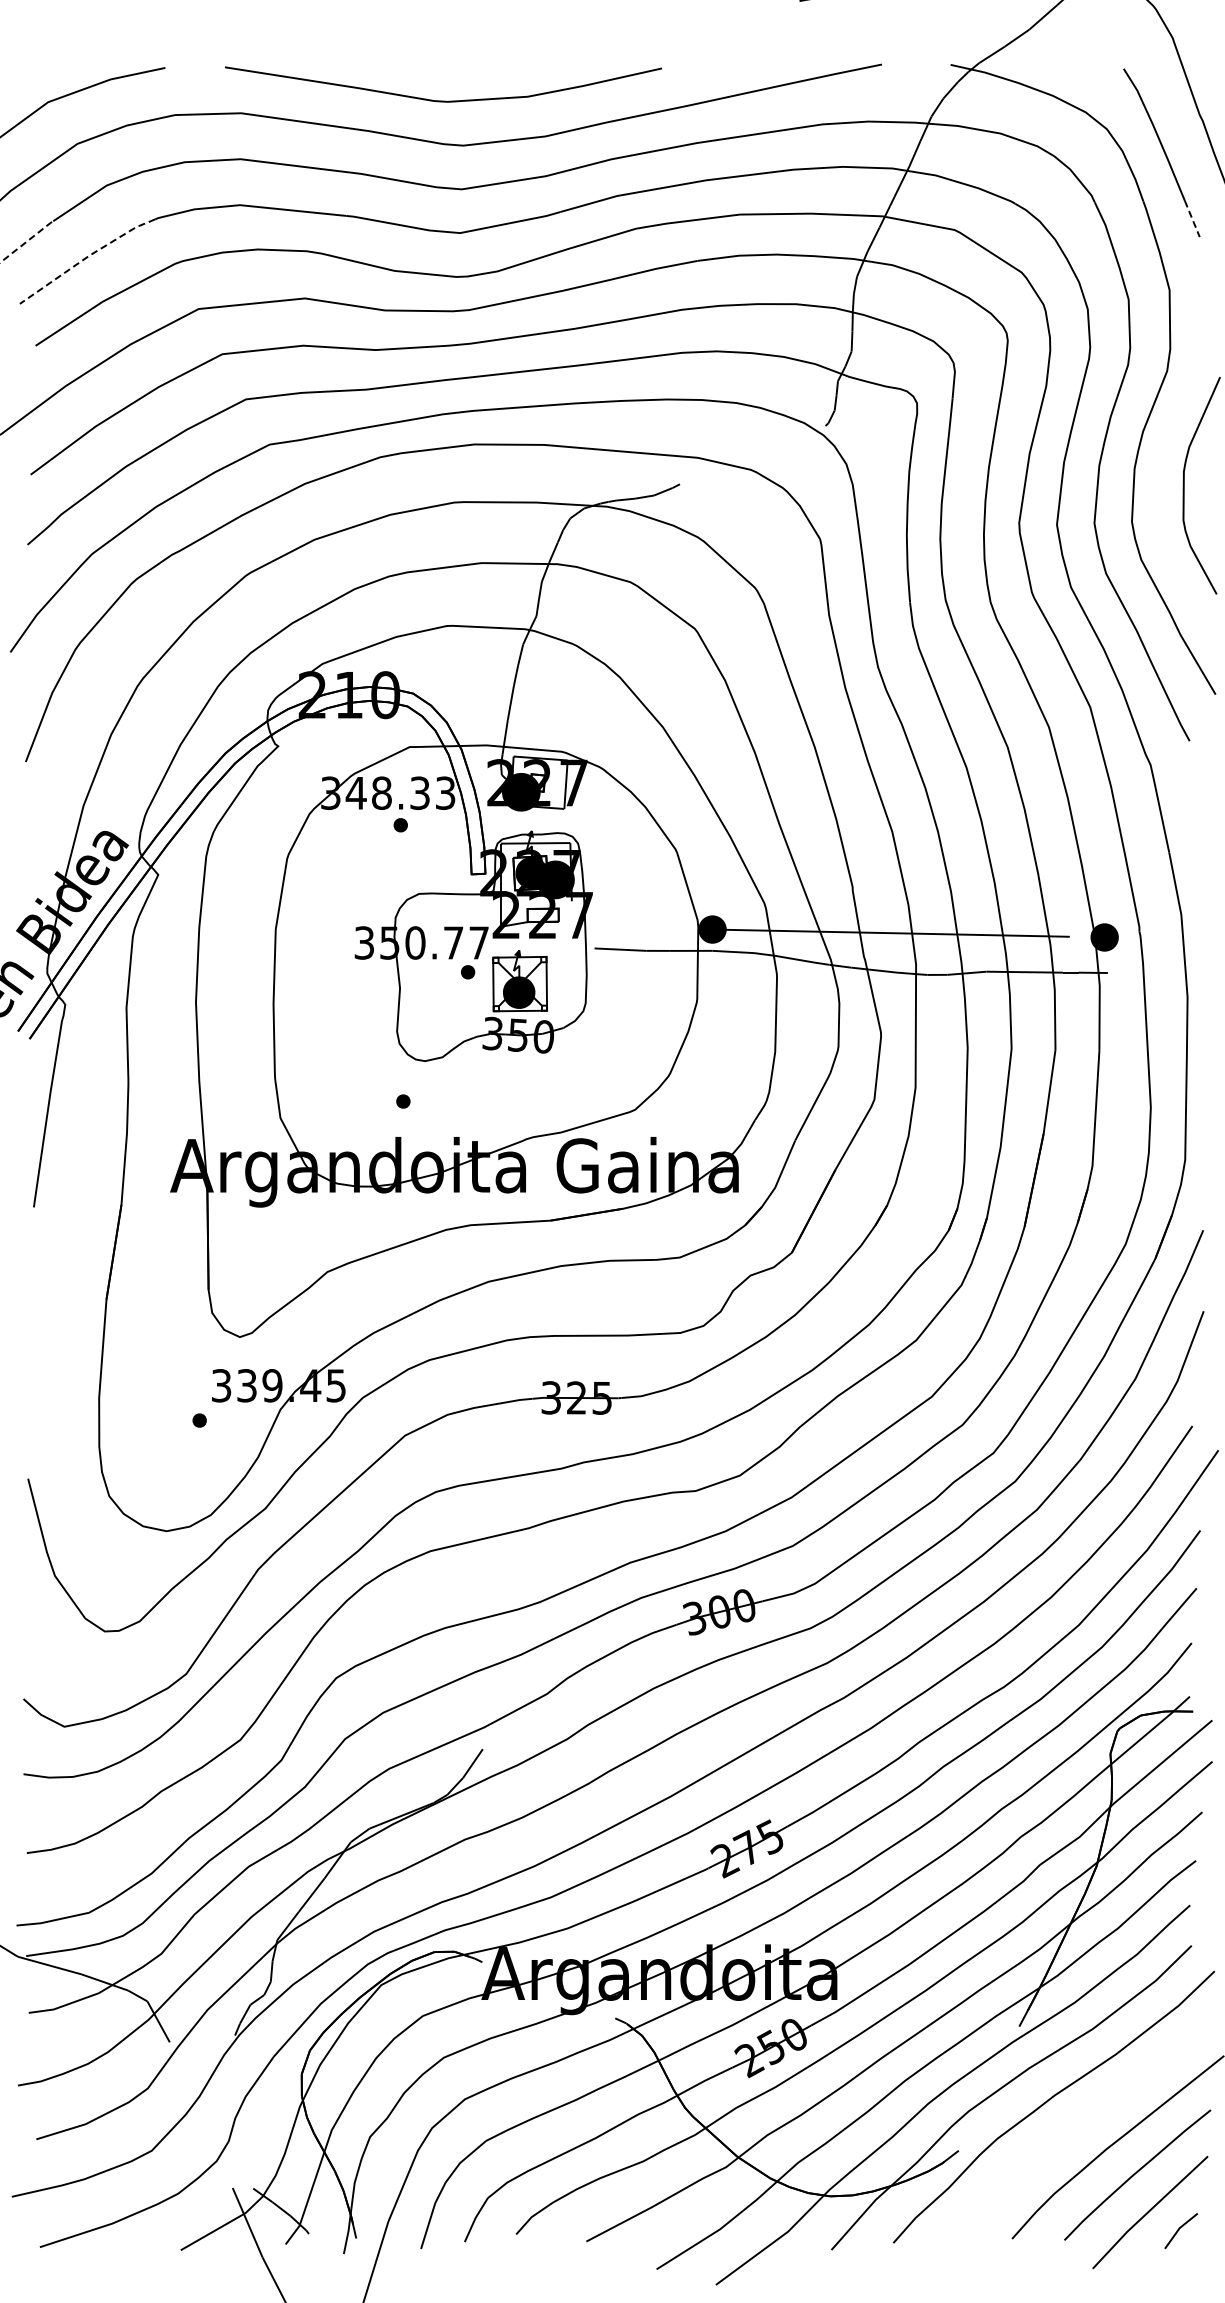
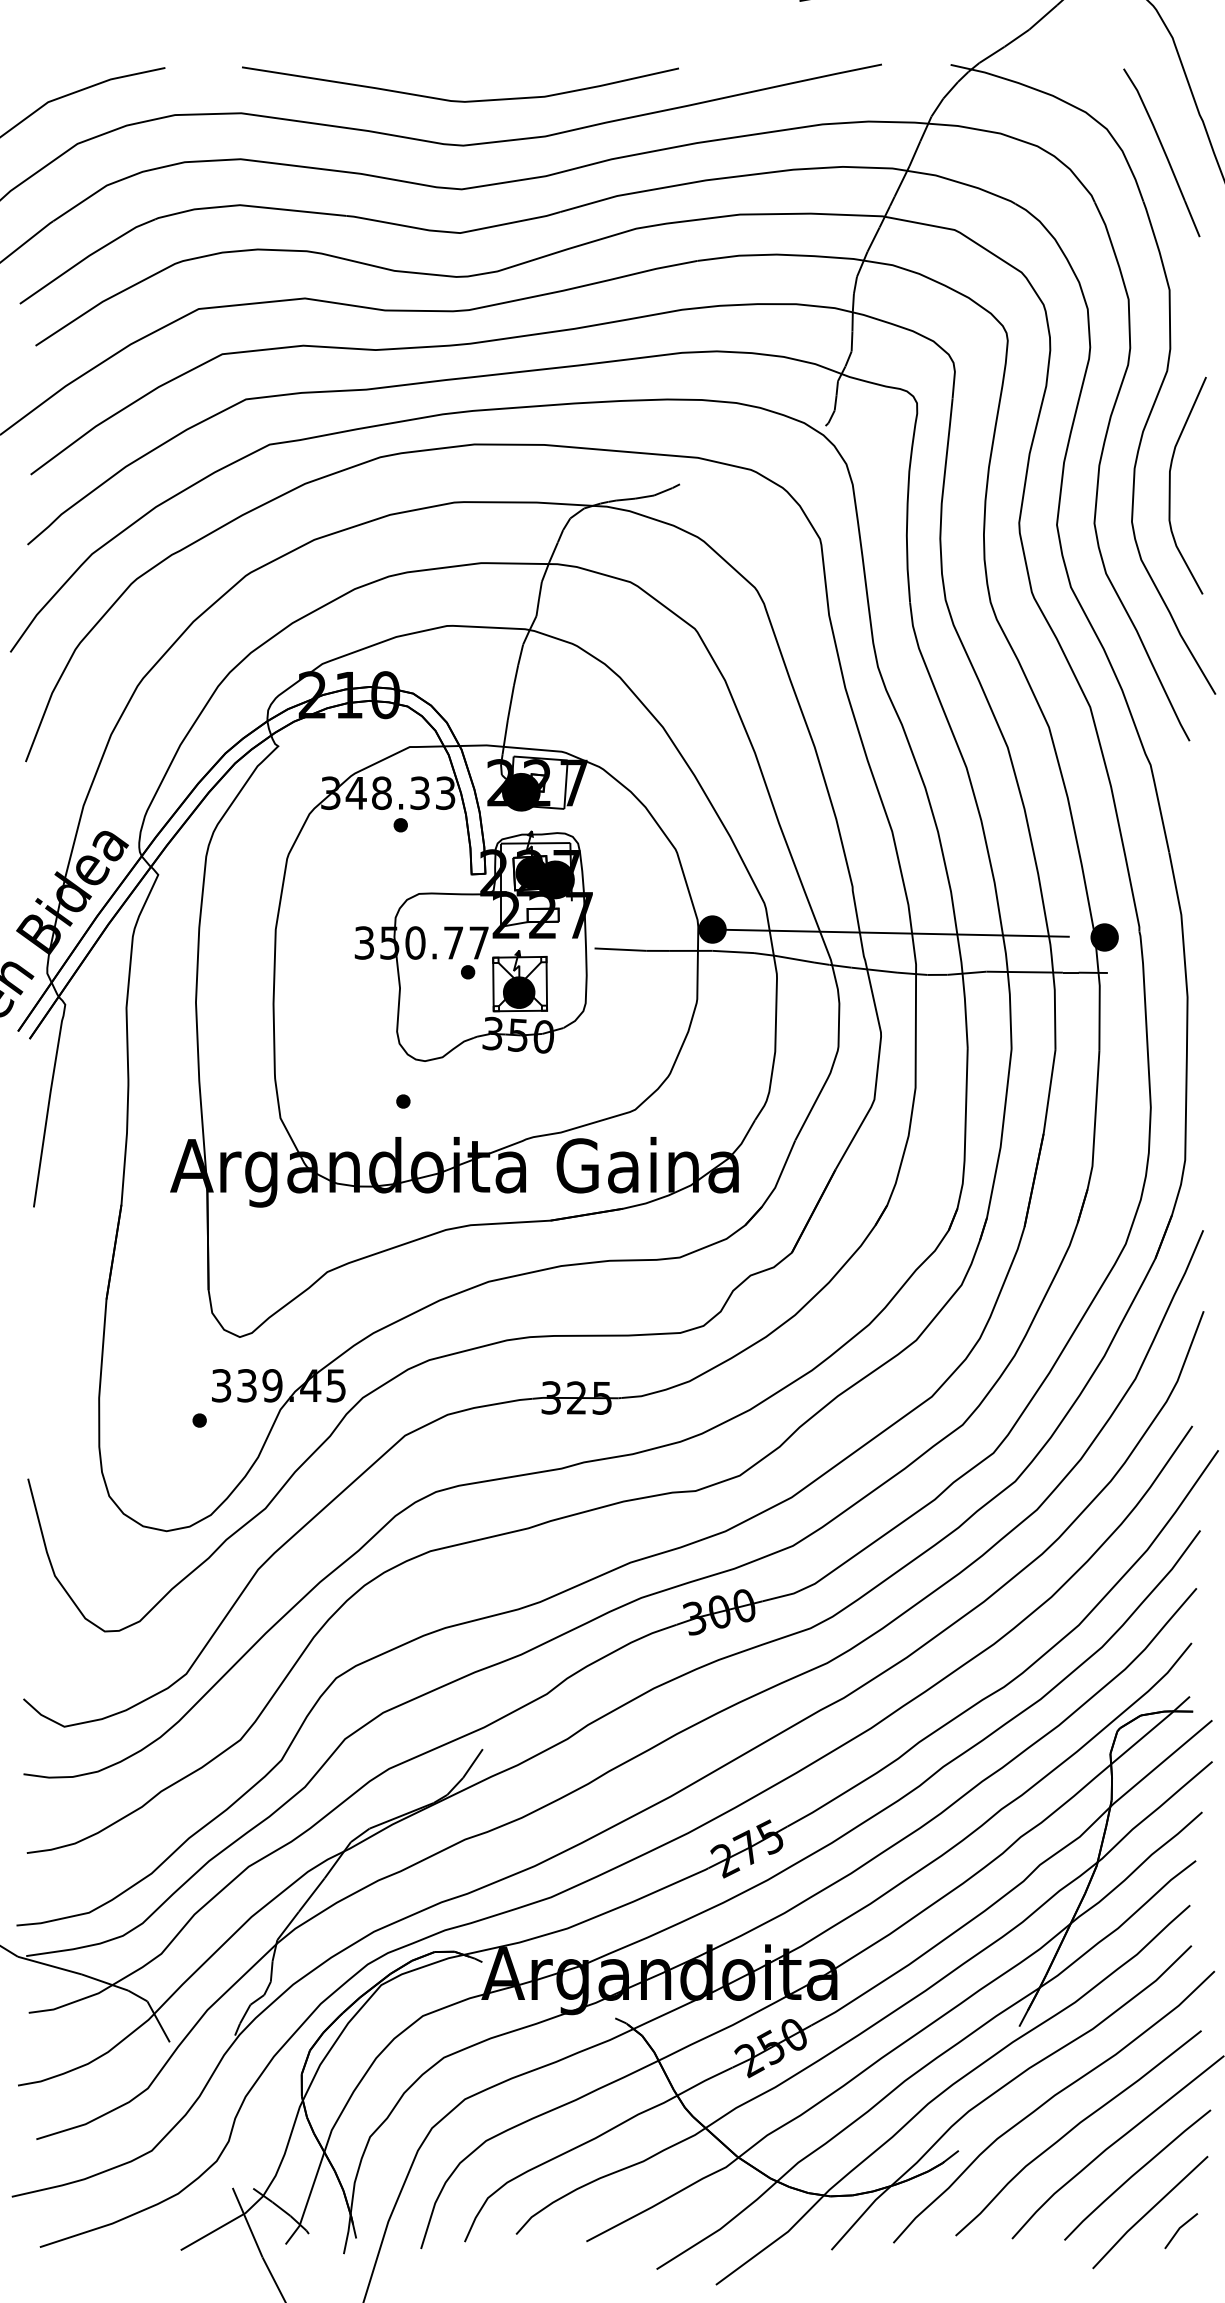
curve at (443, 100) position: (443, 100) -> (460, 100)
line at (1192, 219): dashed -> solid
line at (27, 241): dashed -> solid
line at (86, 257): dashed -> solid
curve at (1184, 485) position: (1184, 485) -> (1170, 485)
curve at (1074, 2128): none -> present
